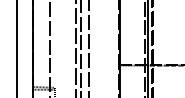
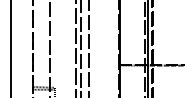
line at (17, 48) position: (17, 48) -> (11, 48)
line at (32, 48): solid -> dashed
